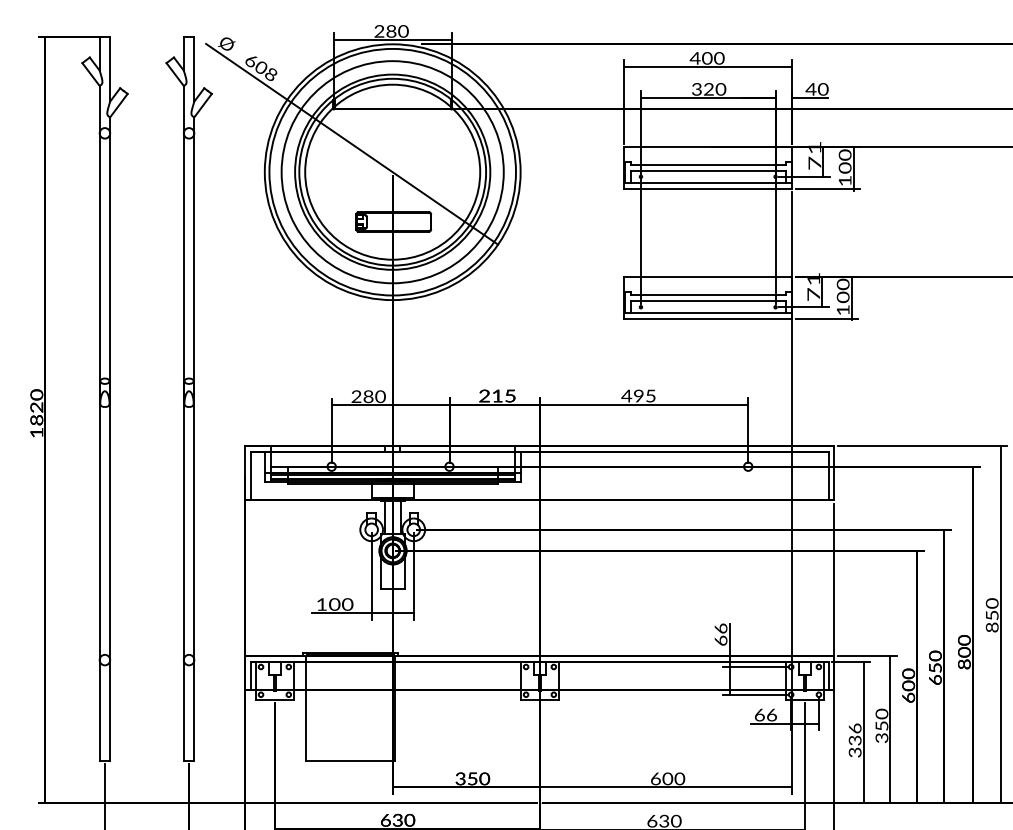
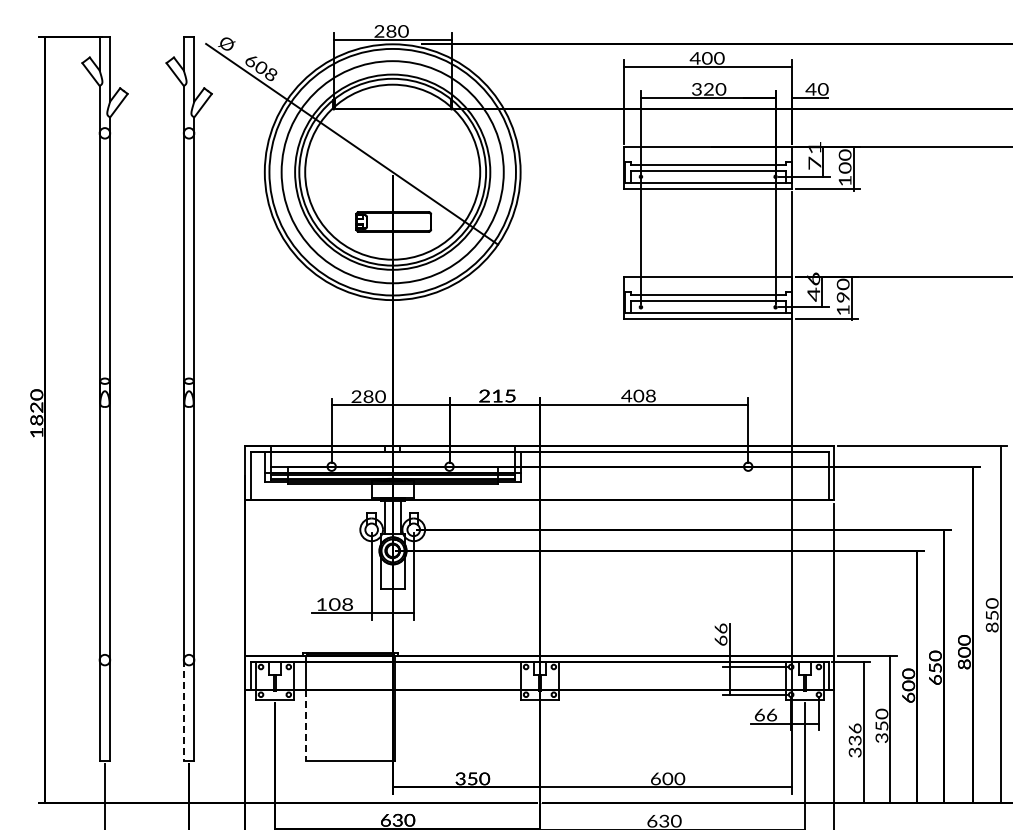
text at (813, 286): 71 -> 46
text at (843, 297): 100 -> 190
text at (644, 395): 495 -> 408
text at (347, 604): 100 -> 108
line at (183, 711): solid -> dashed
line at (305, 725): solid -> dashed
